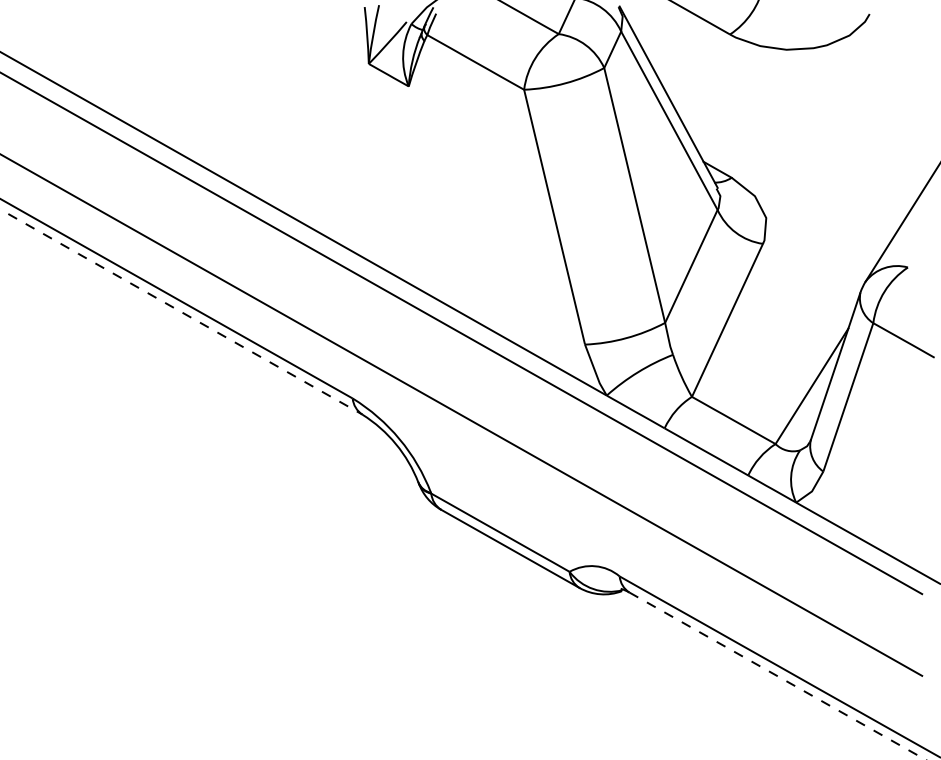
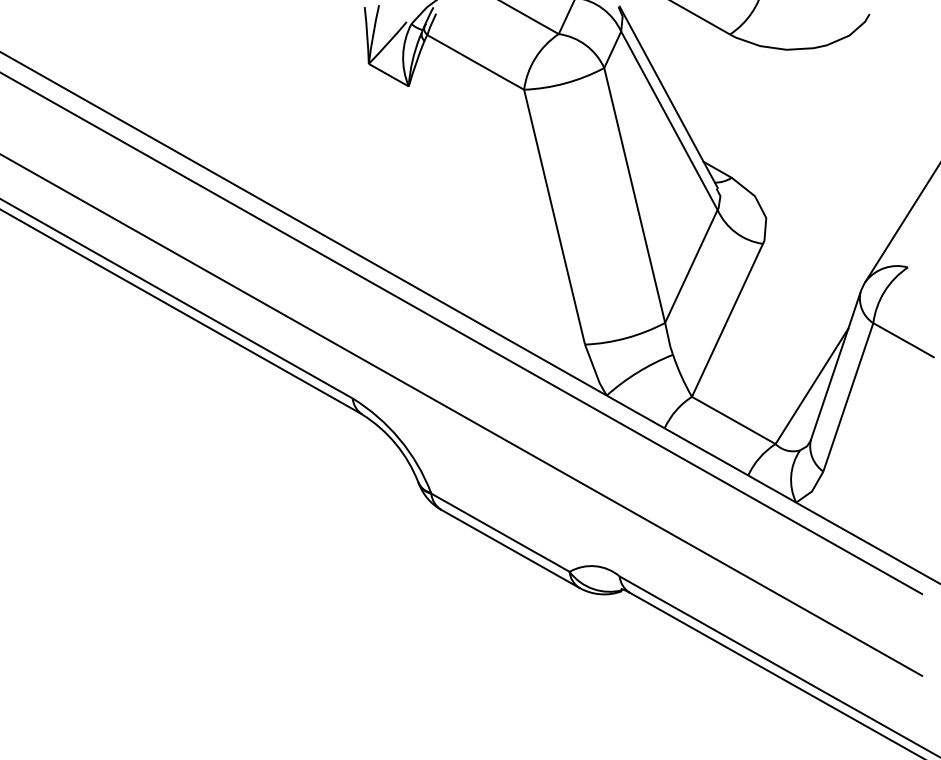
line at (180, 311): dashed -> solid
line at (778, 676): dashed -> solid
